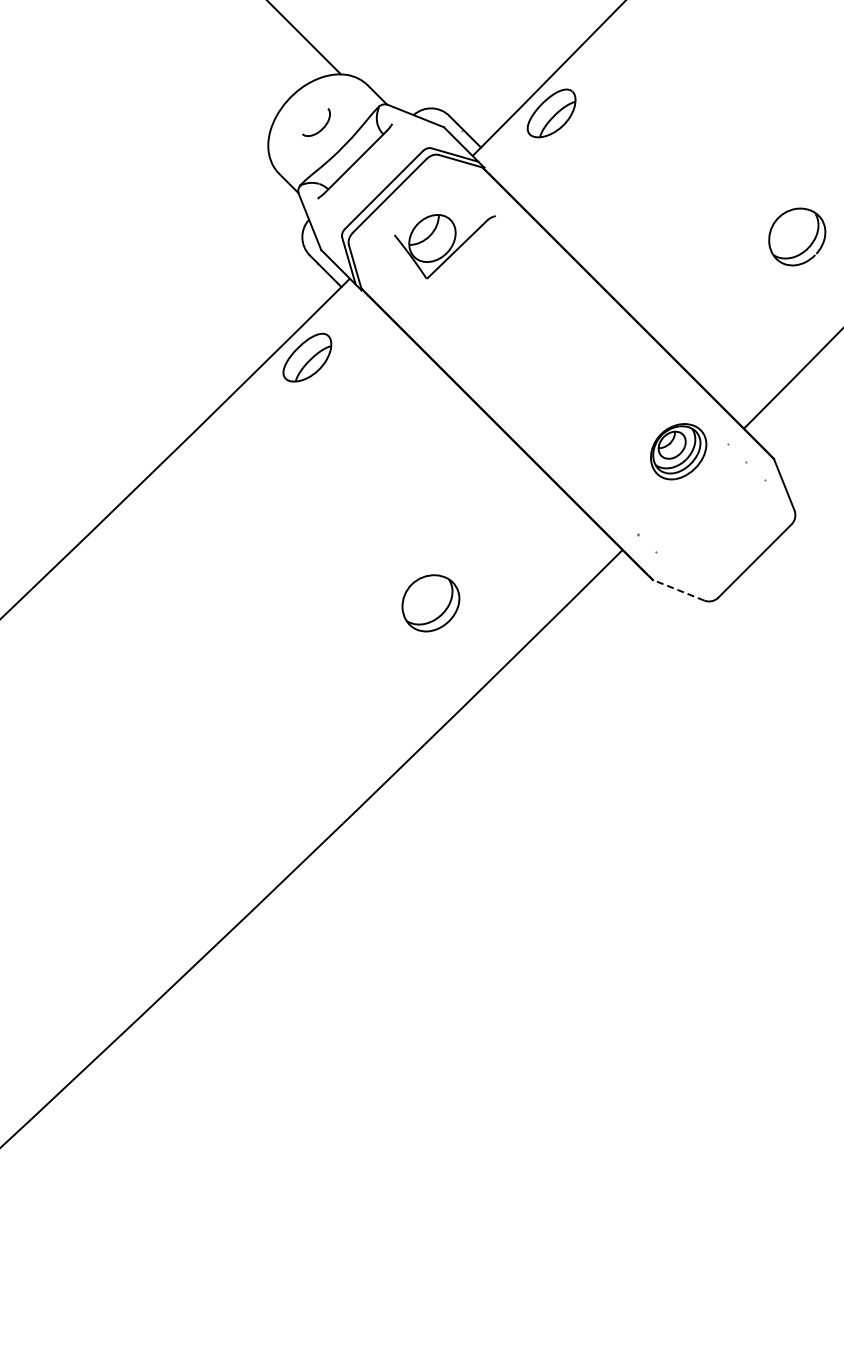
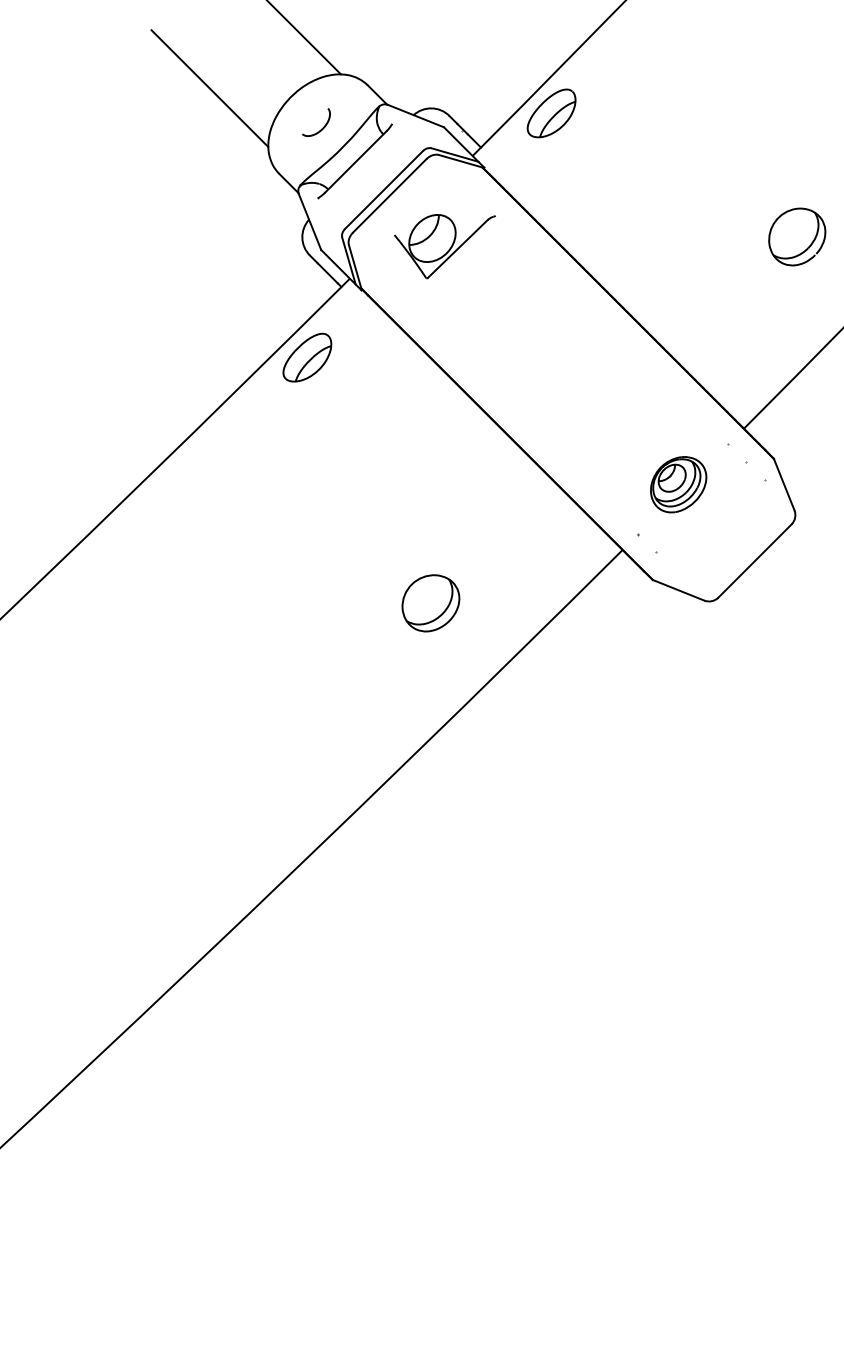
line at (209, 88): none -> present
part at (678, 451) position: (678, 451) -> (678, 484)
line at (678, 590): dashed -> solid
